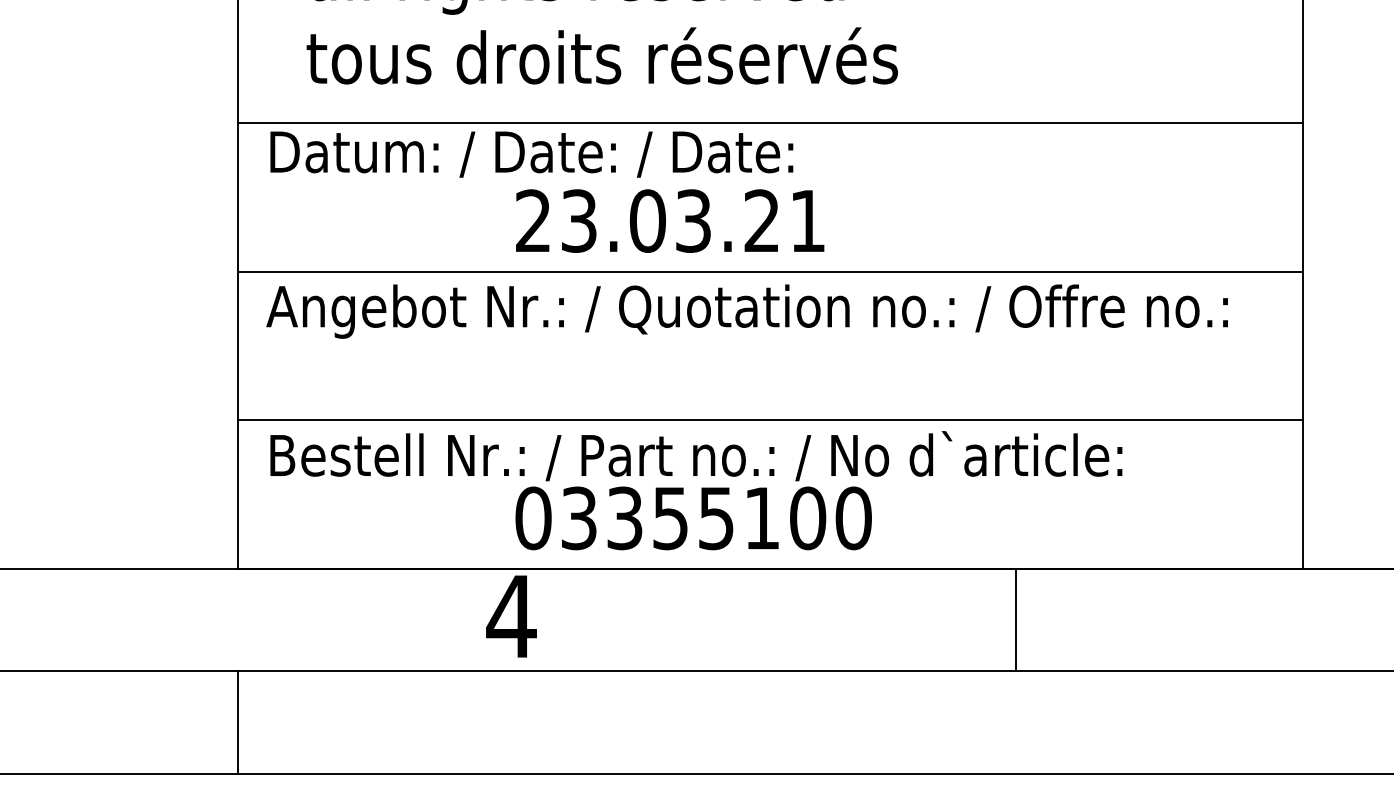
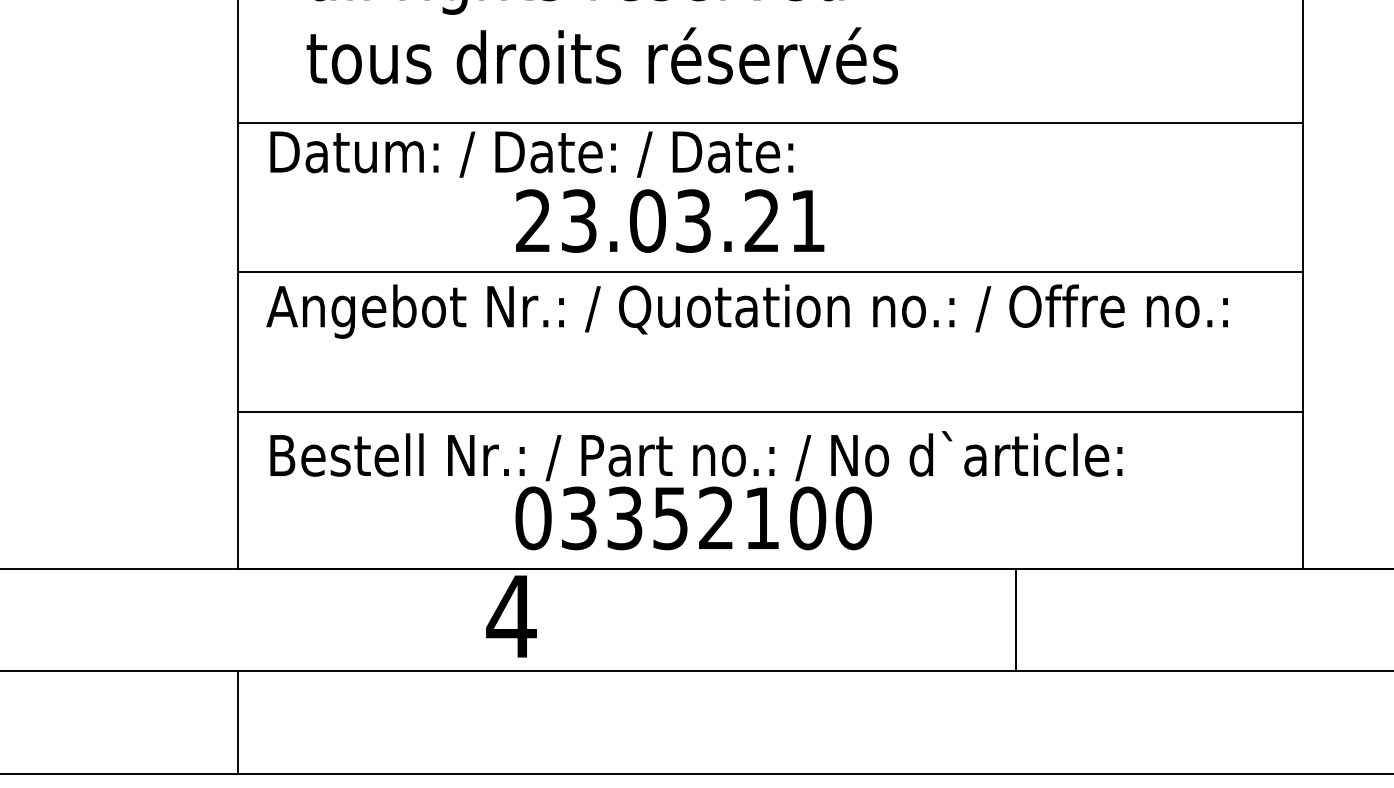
line at (770, 420) position: (770, 420) -> (770, 412)
text at (716, 518): 03355100 -> 03352100
